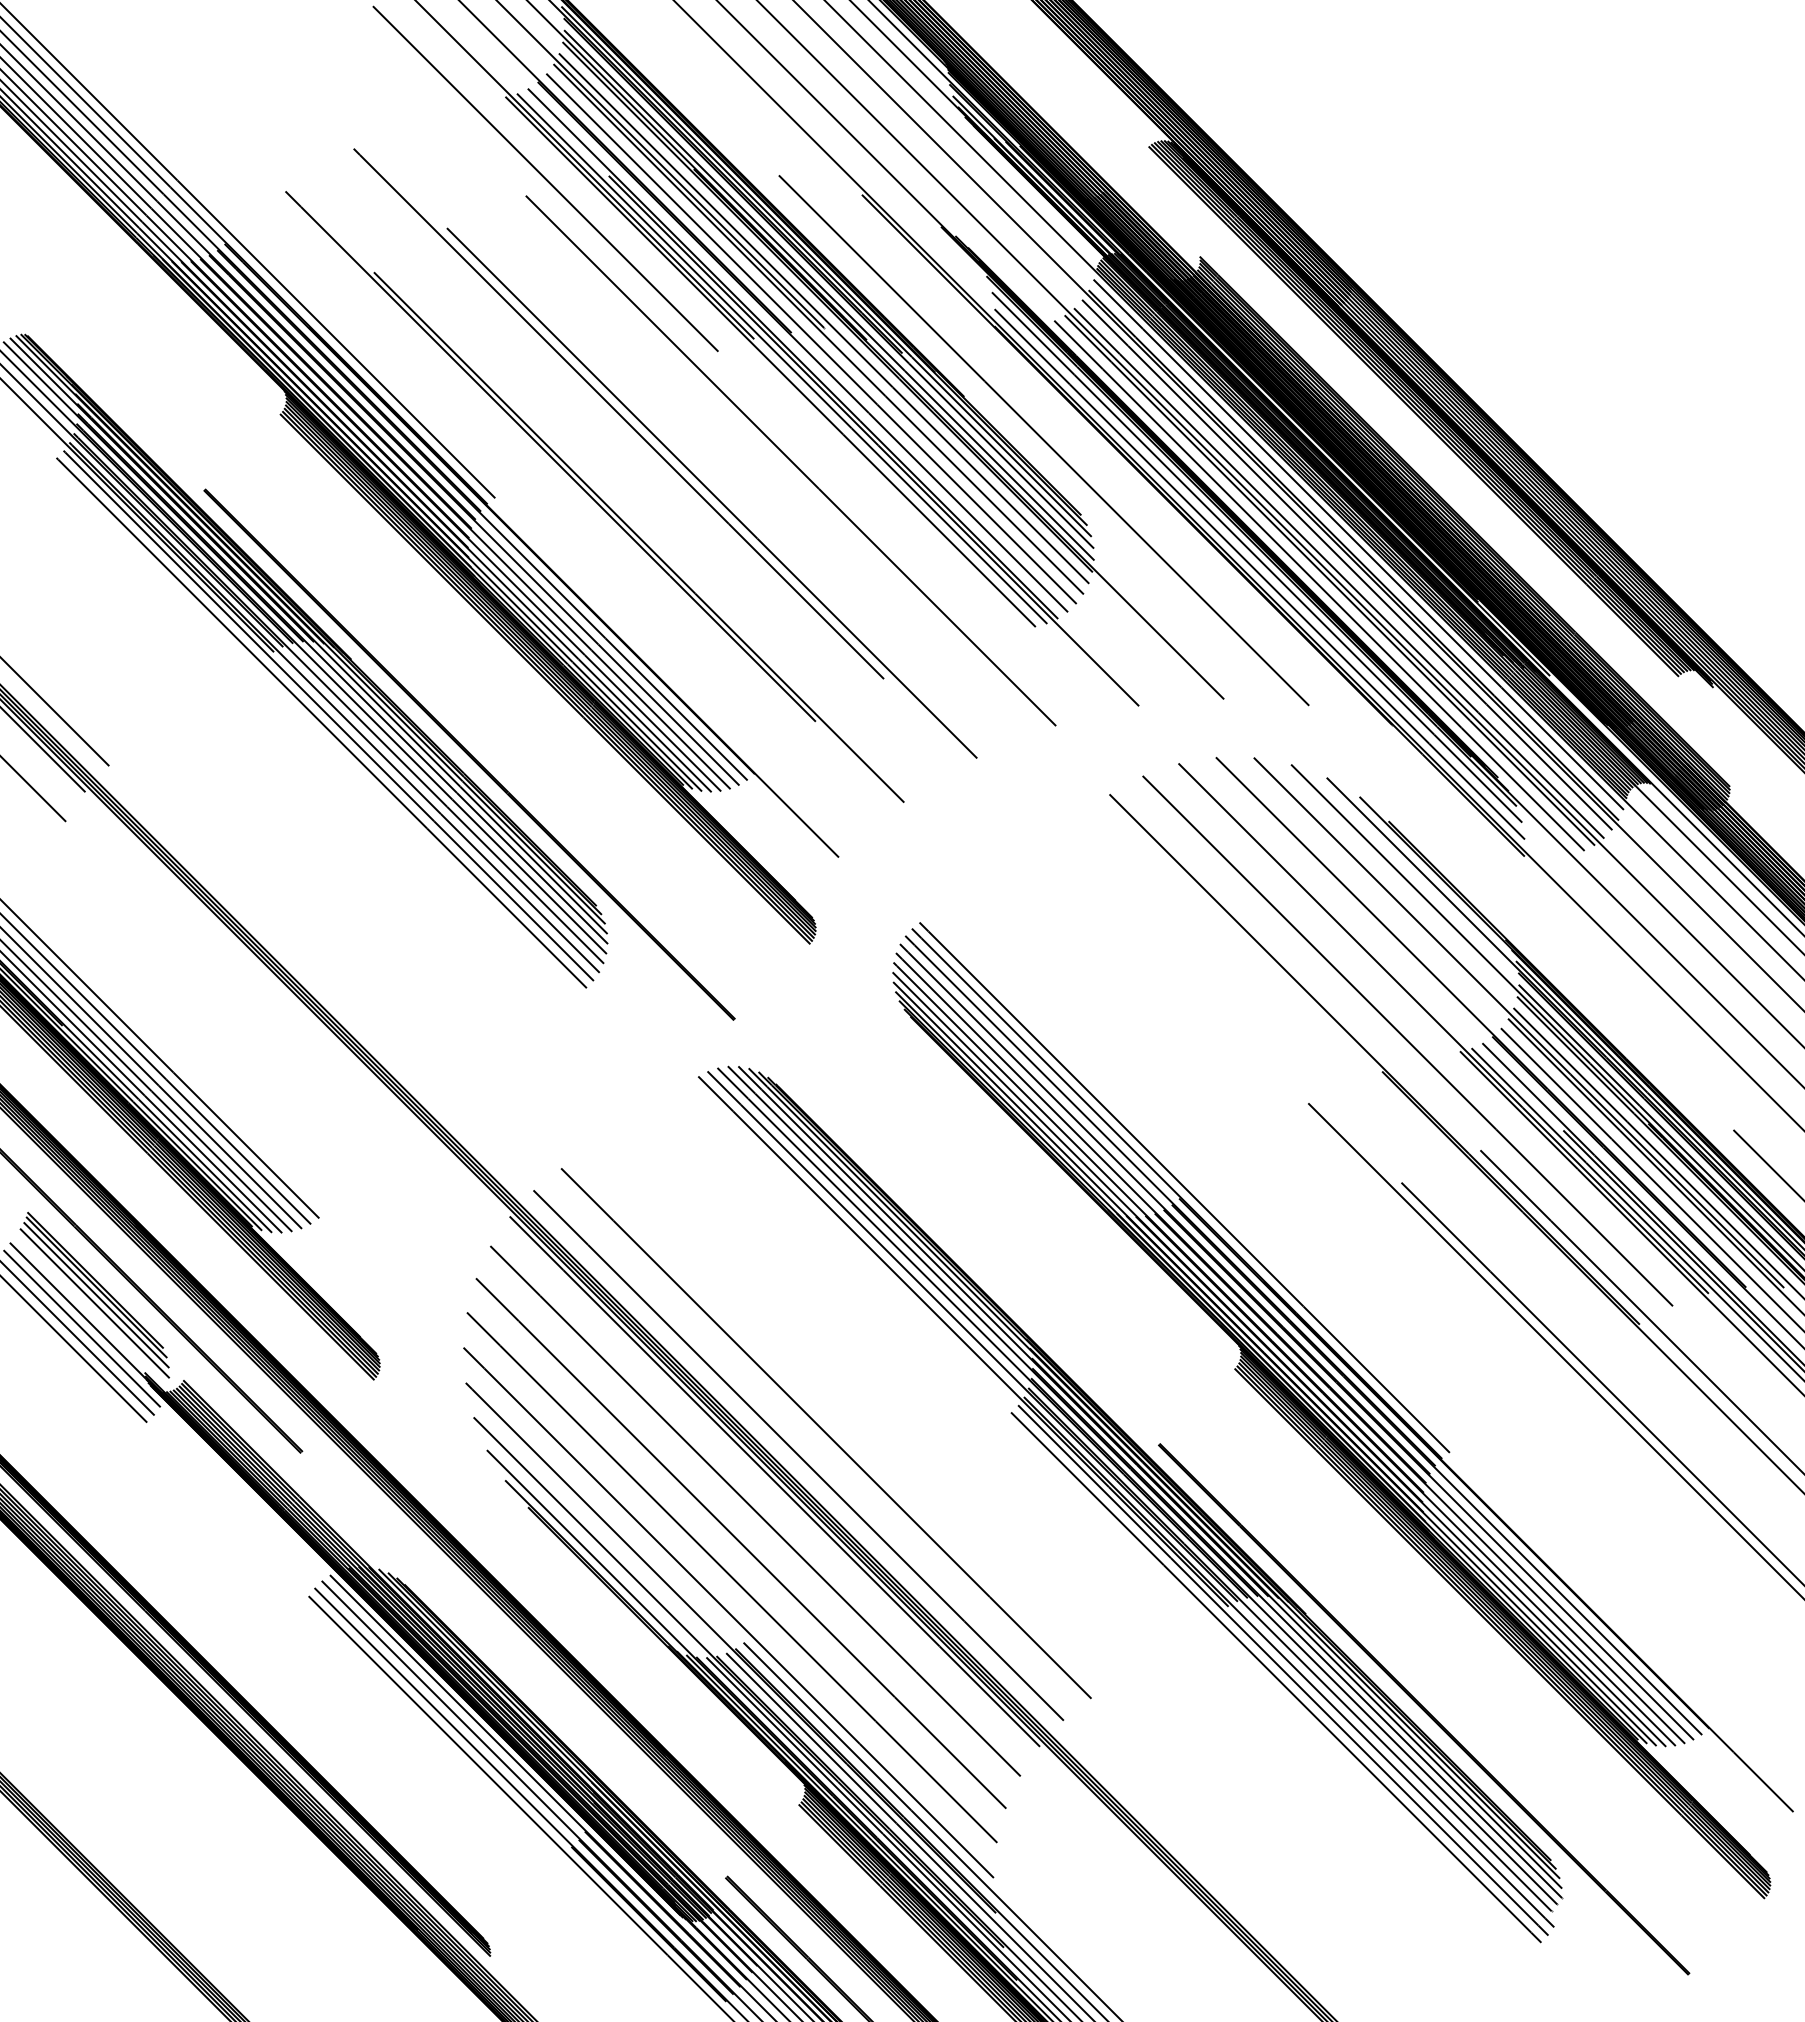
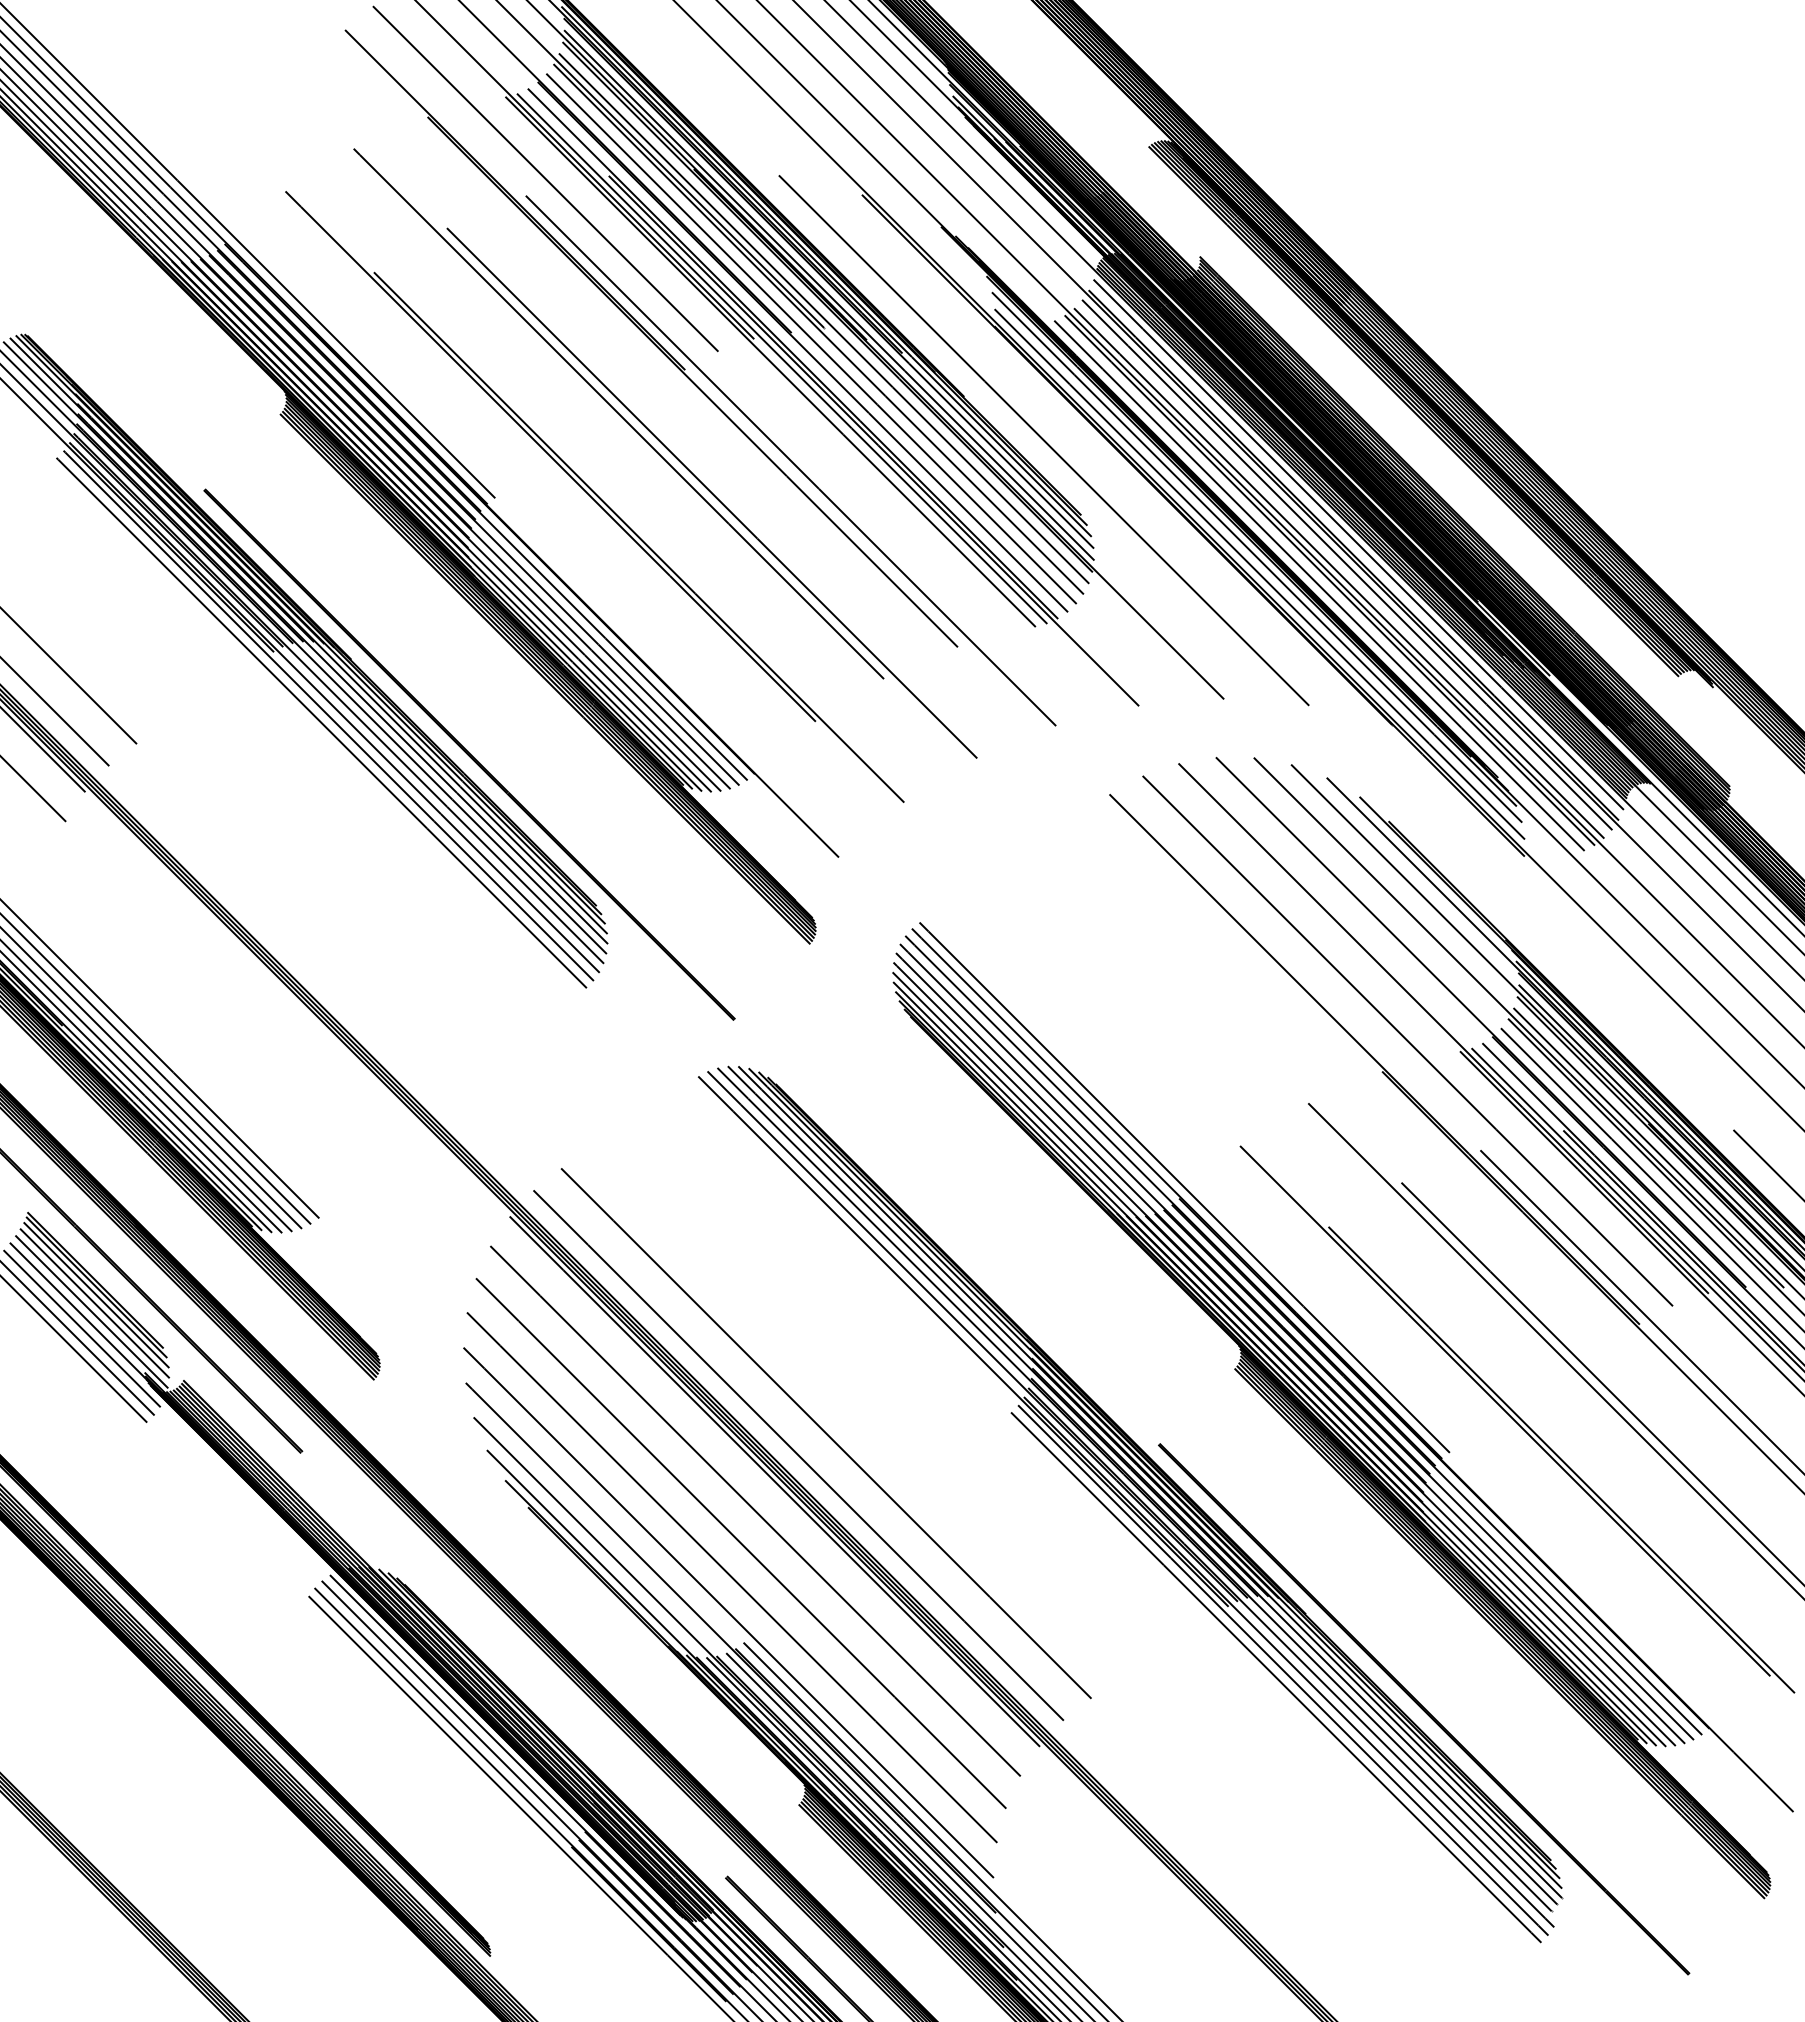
part at (651, 338): none -> present
line at (69, 676): none -> present
line at (91, 1311): none -> present
part at (1517, 1419): none -> present
